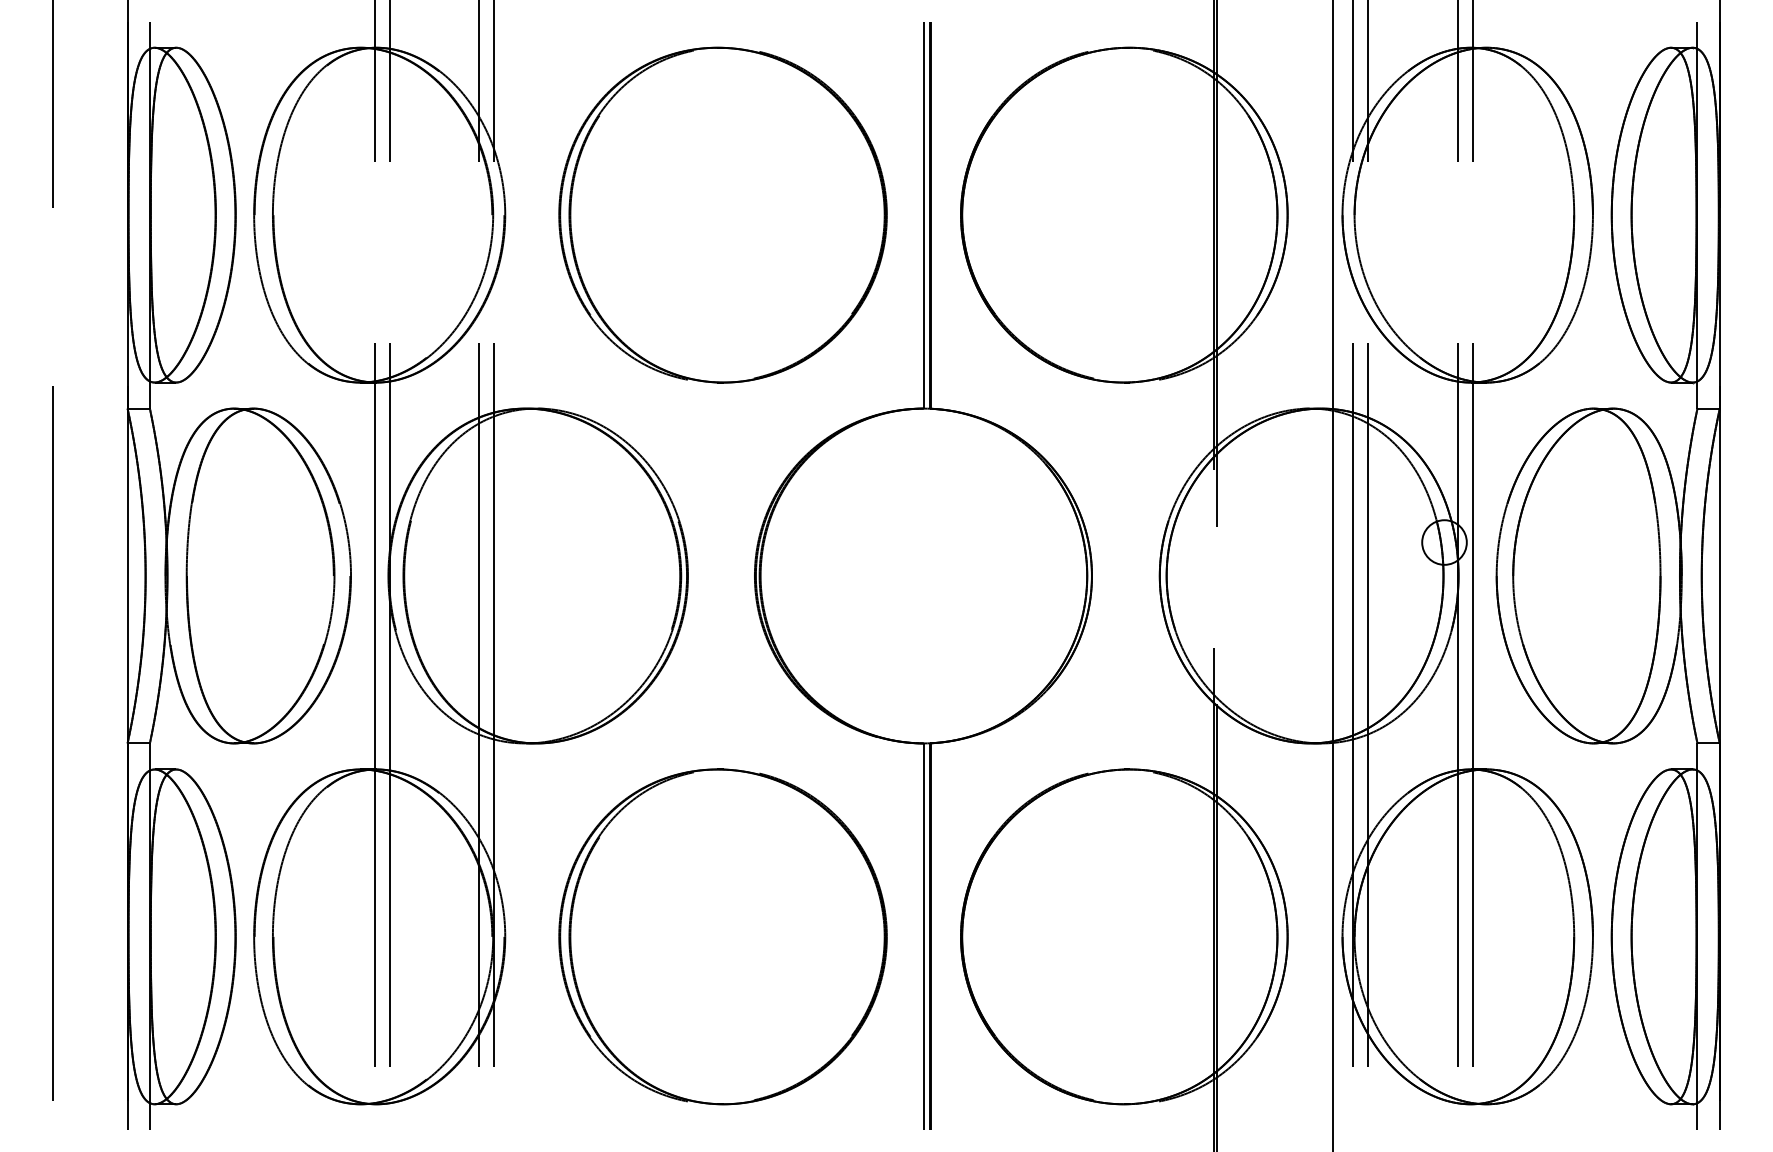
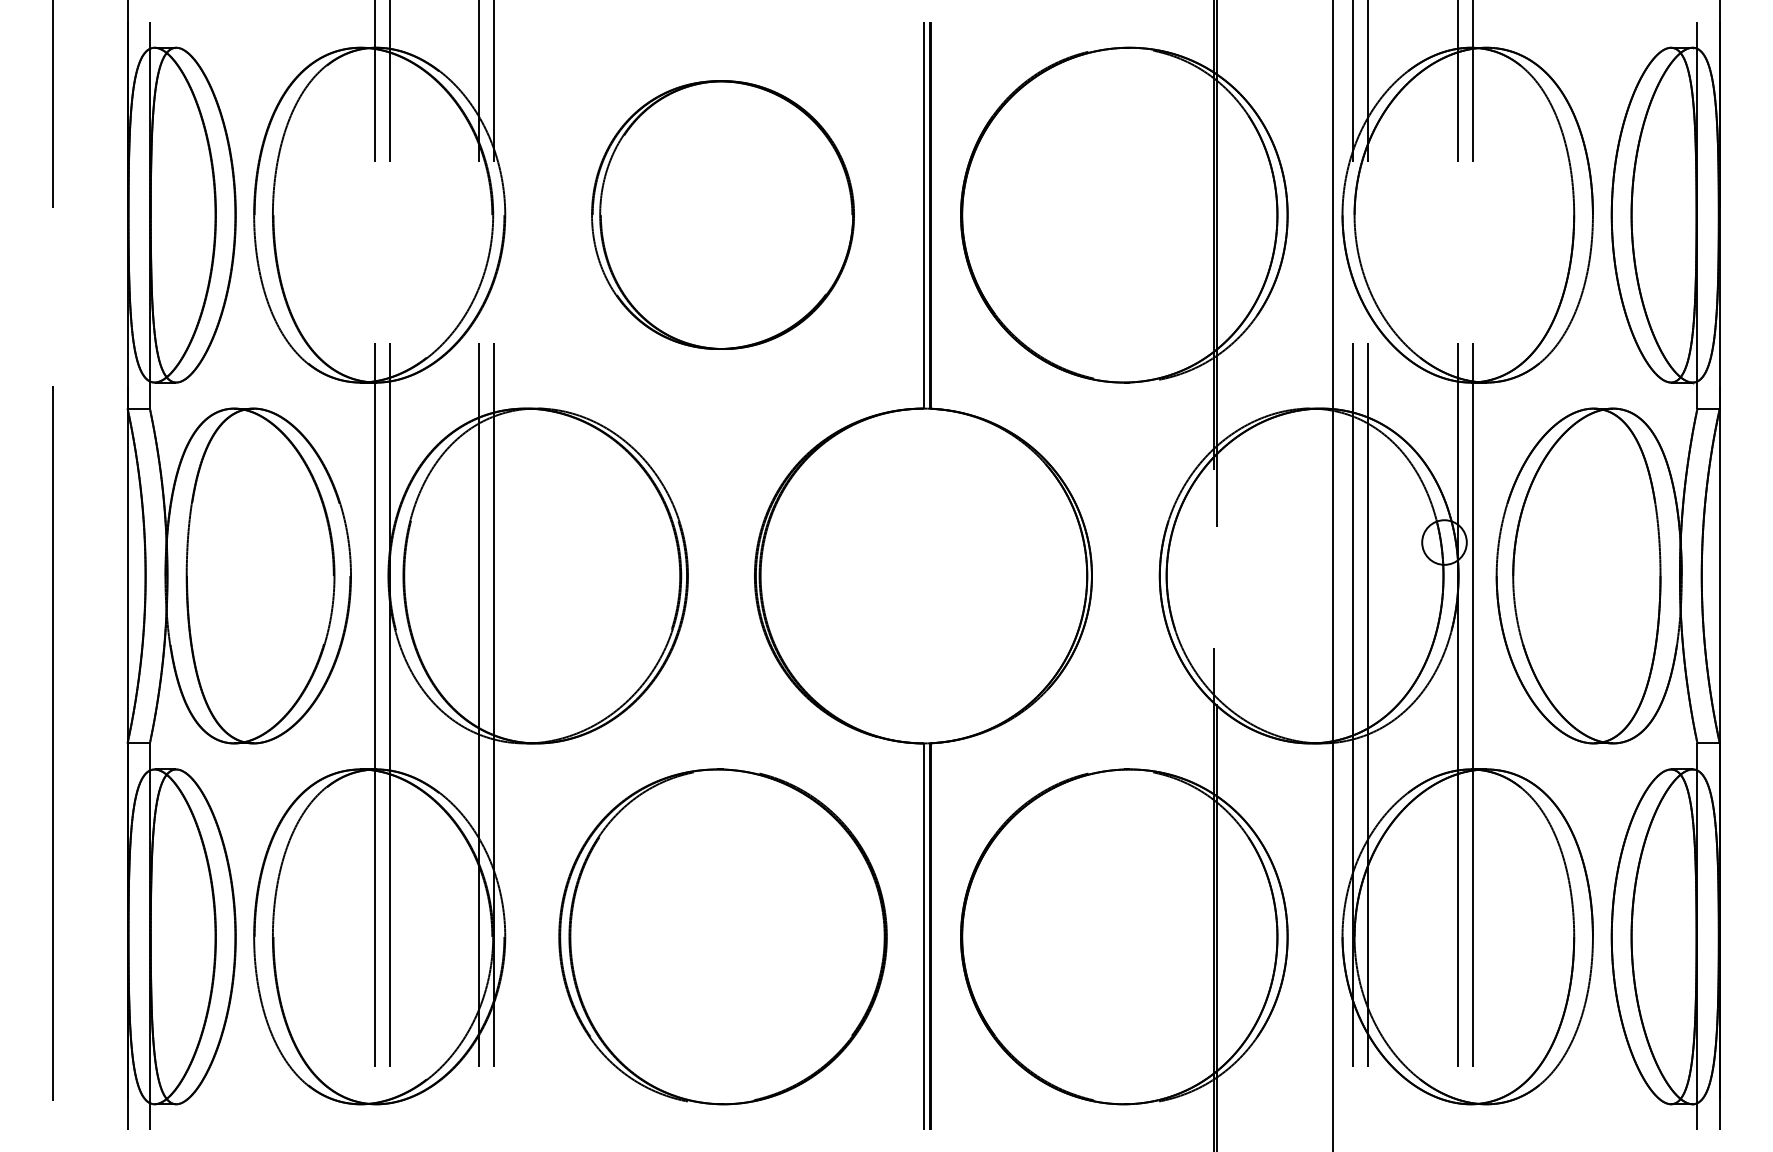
part at (722, 214) size: 330x338 px -> 264x270 px
